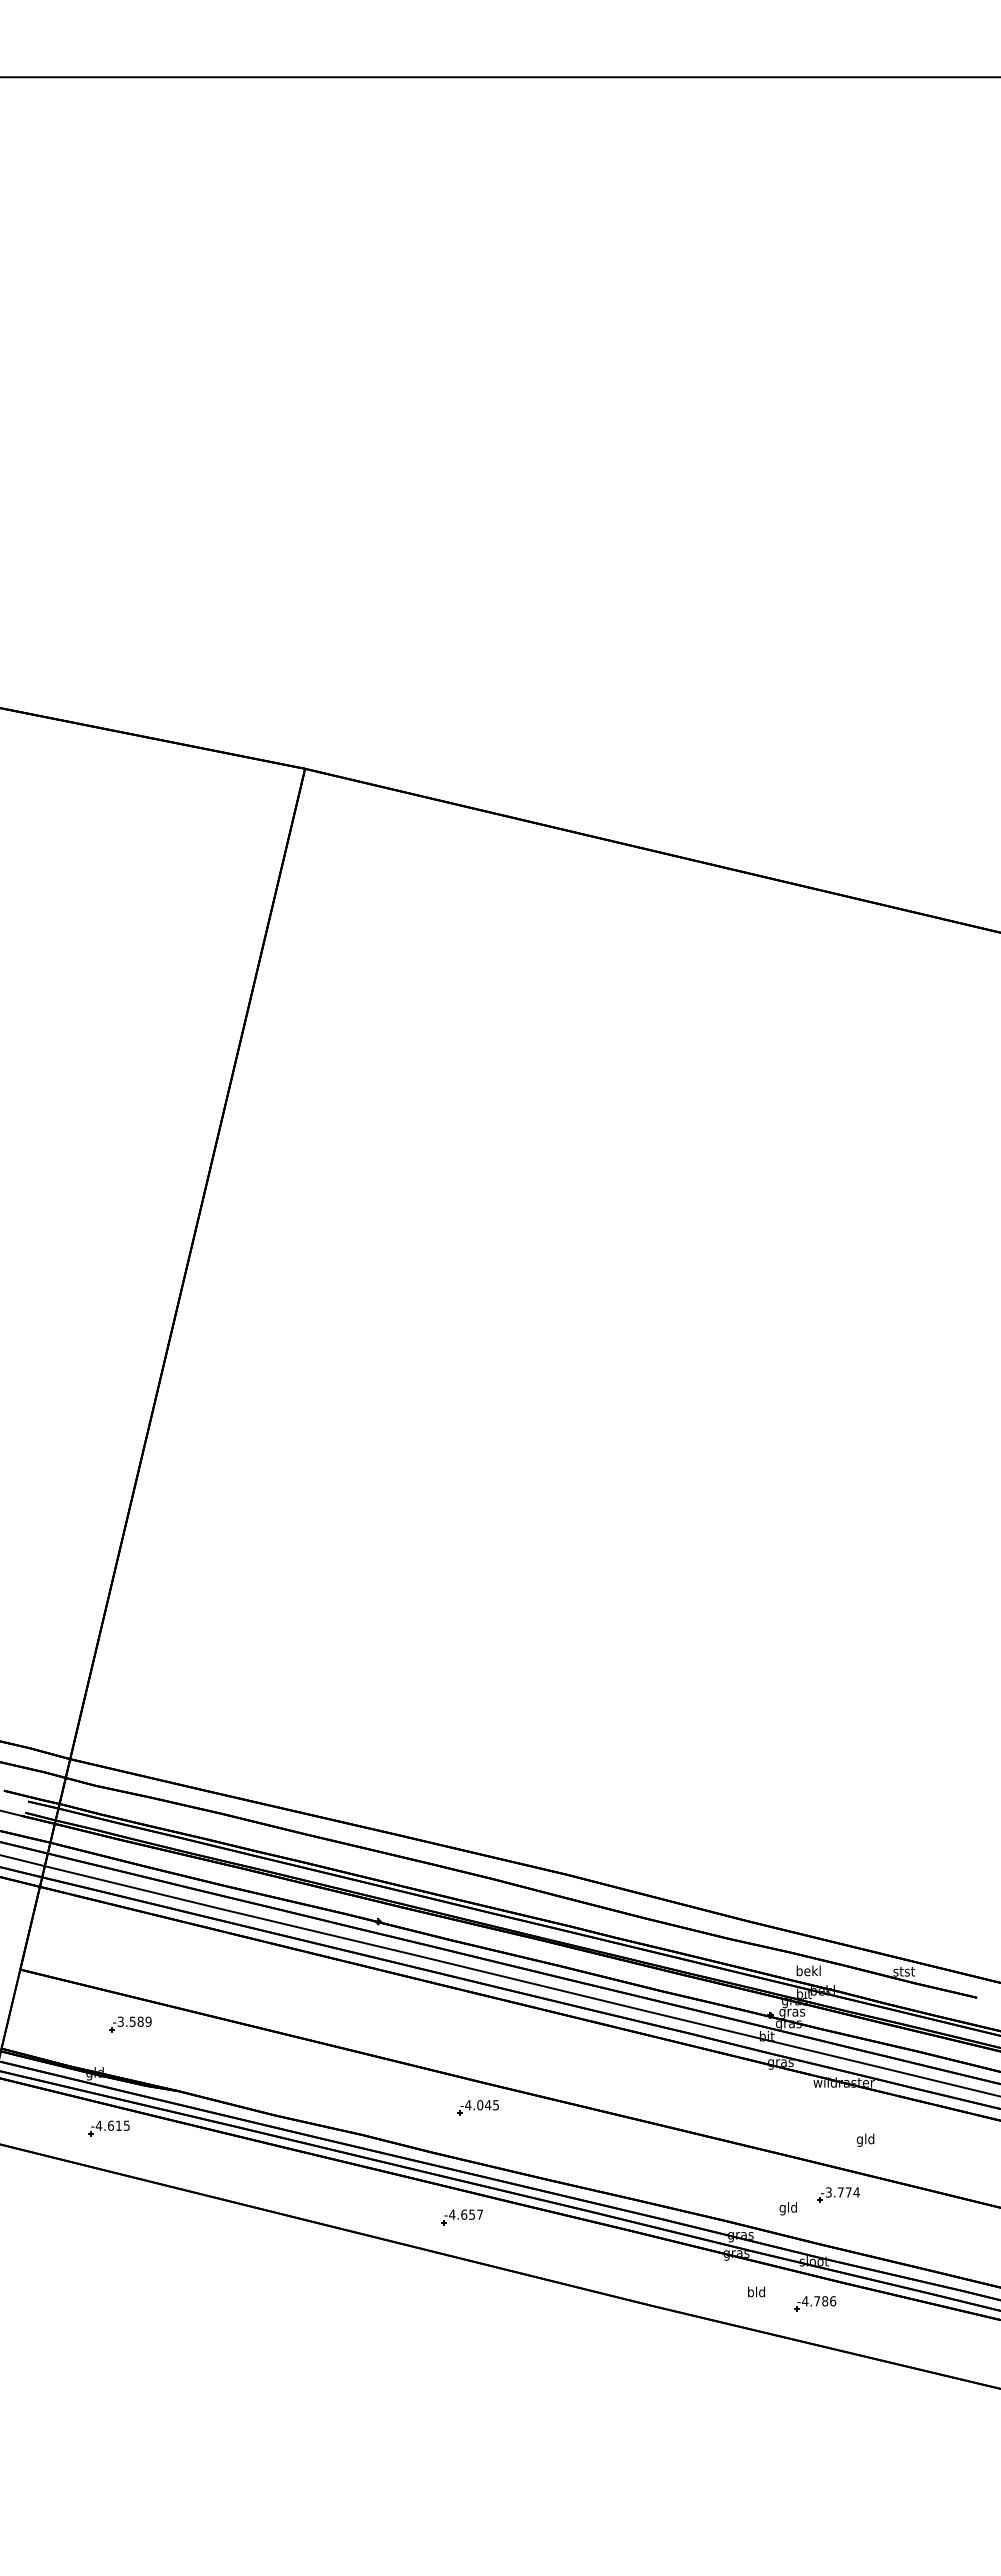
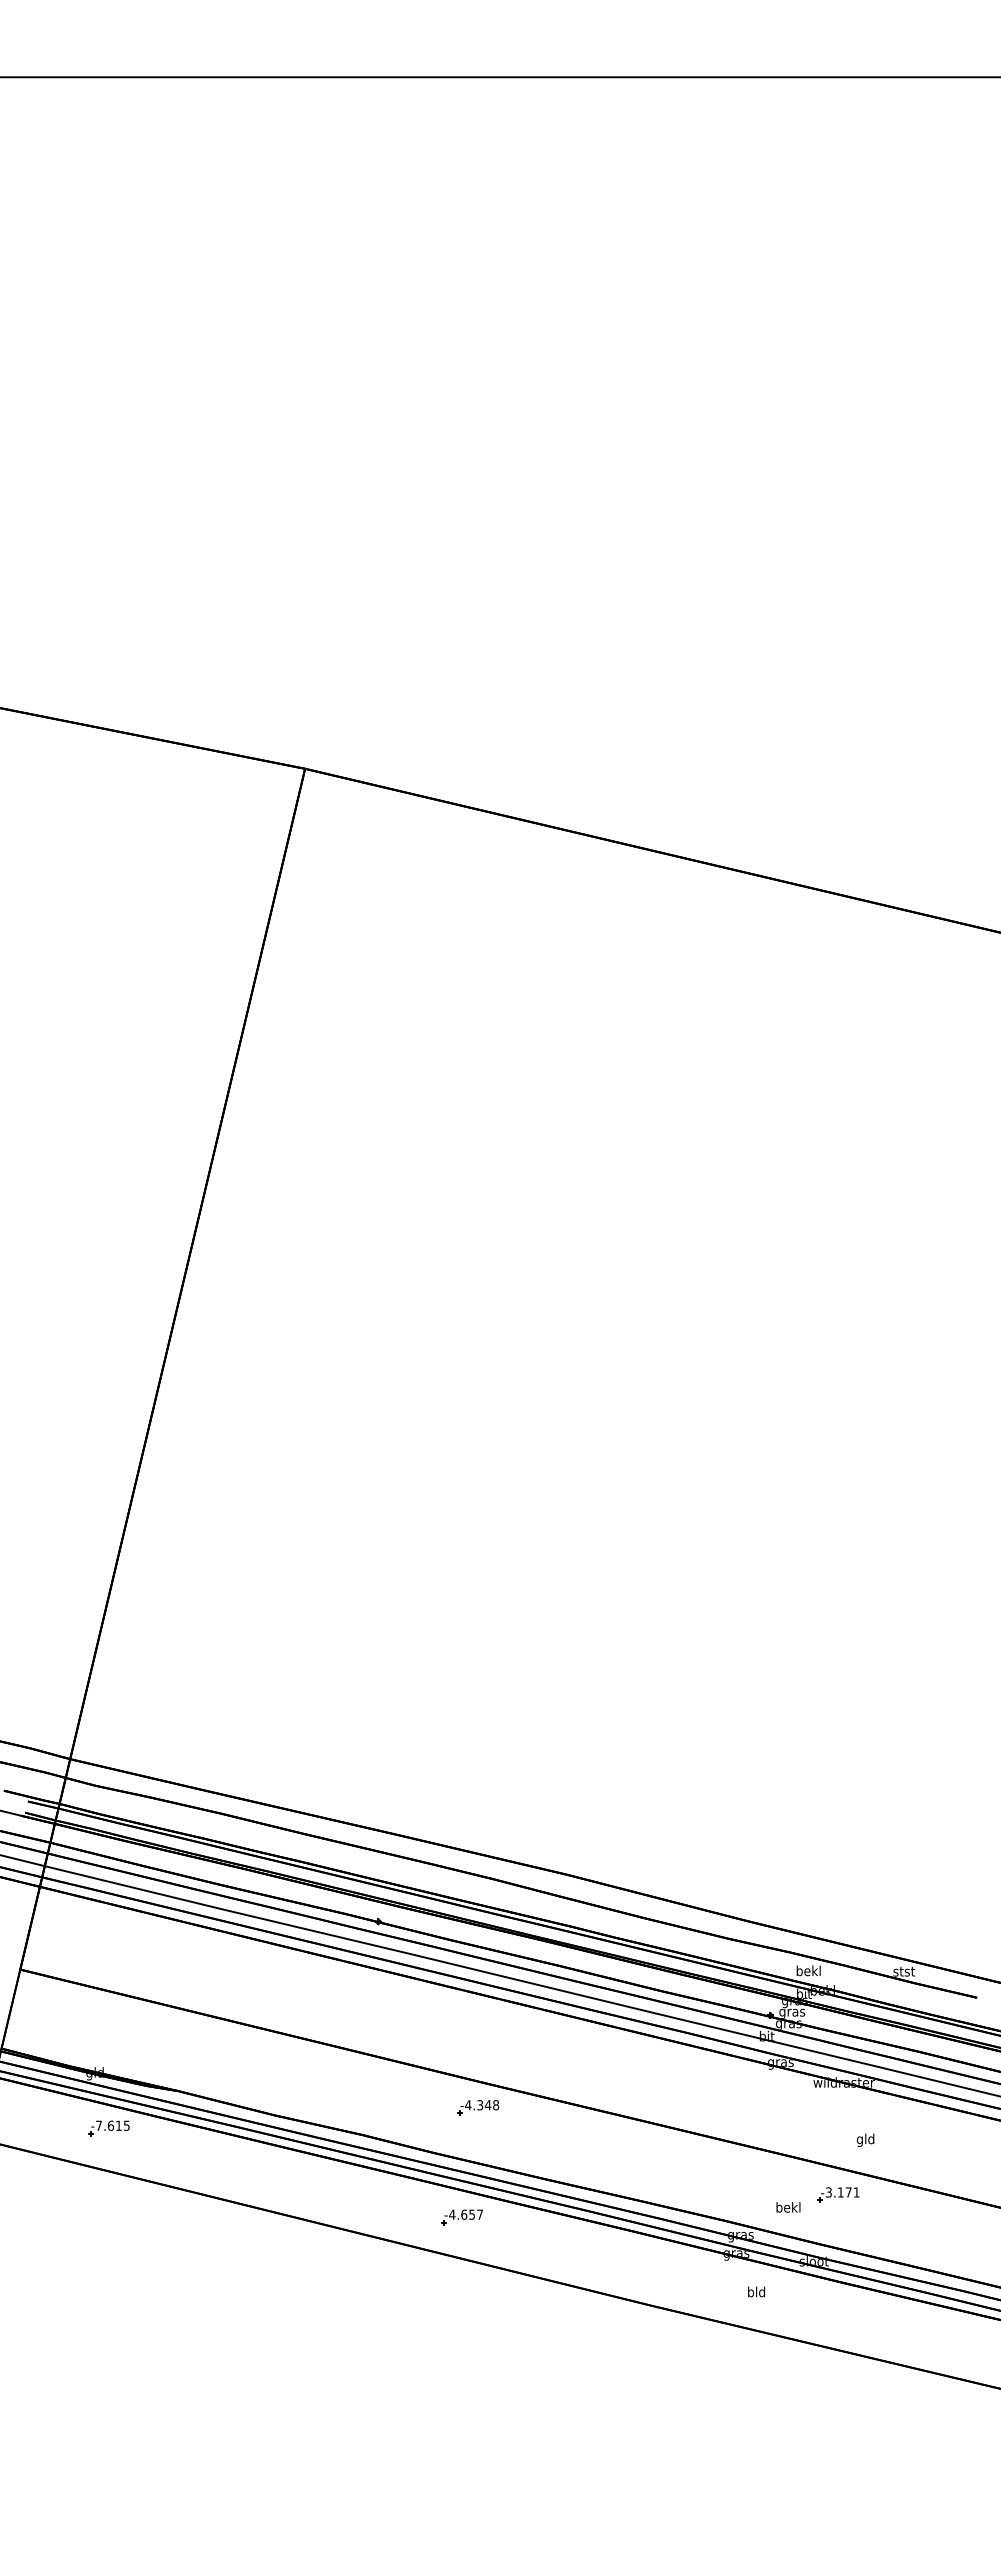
part at (130, 2024): present -> none
text at (488, 2105): -4.045 -> -4.348
text at (98, 2125): -4.615 -> -7.615
text at (848, 2192): -3.774 -> -3.171
text at (788, 2208): gld -> bekl
part at (815, 2303): present -> none
